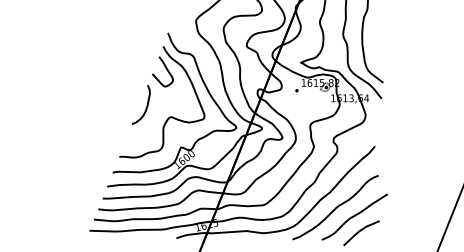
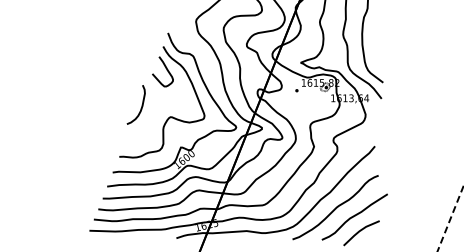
curve at (146, 104) position: (146, 104) -> (141, 104)
line at (450, 218): solid -> dashed
